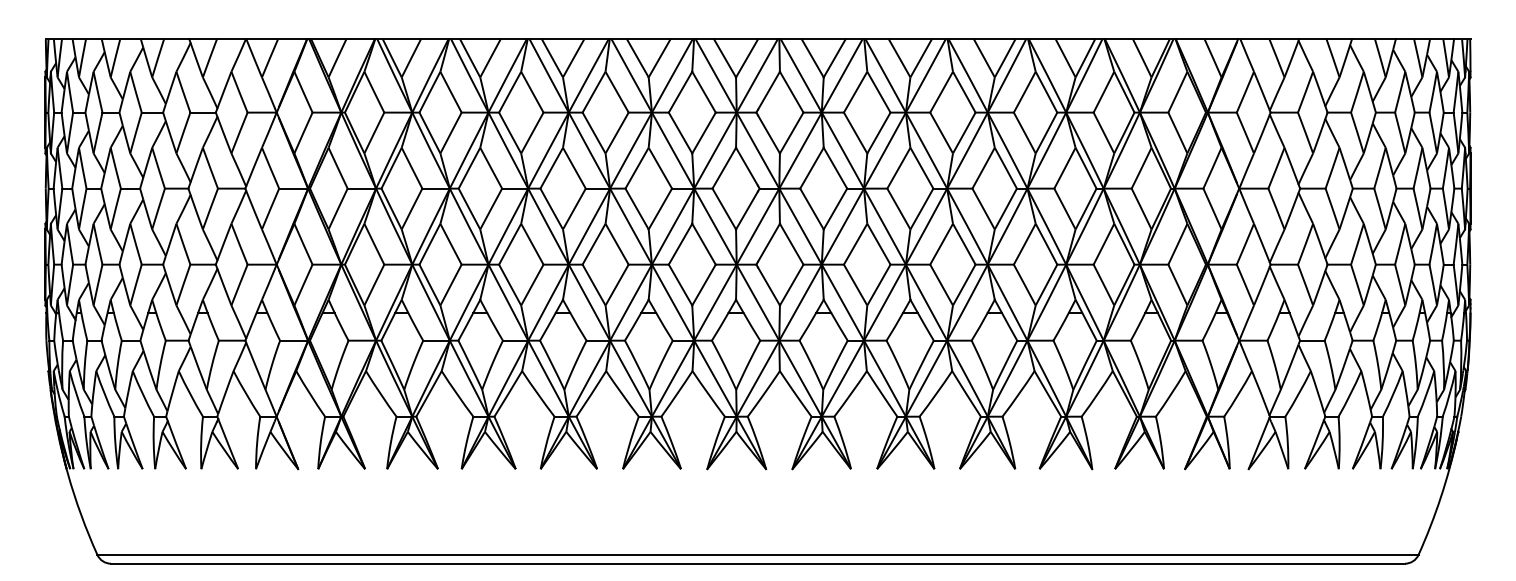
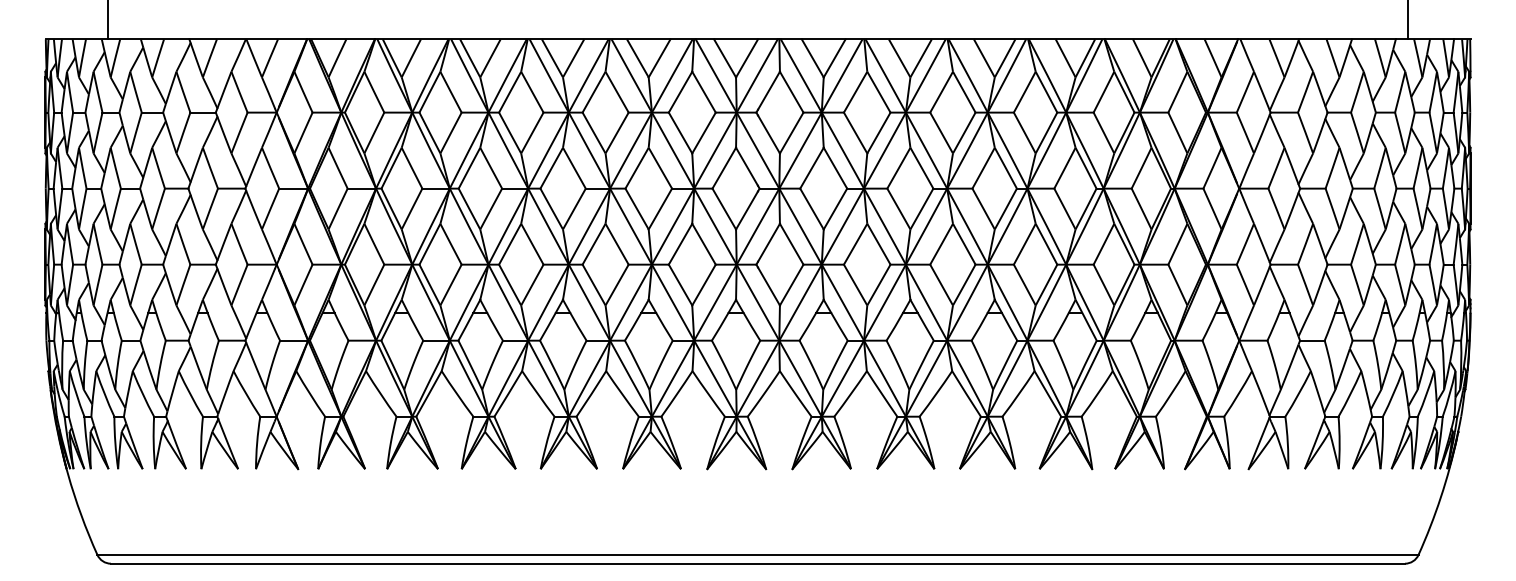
line at (108, 20): none -> present
line at (1407, 20): none -> present
